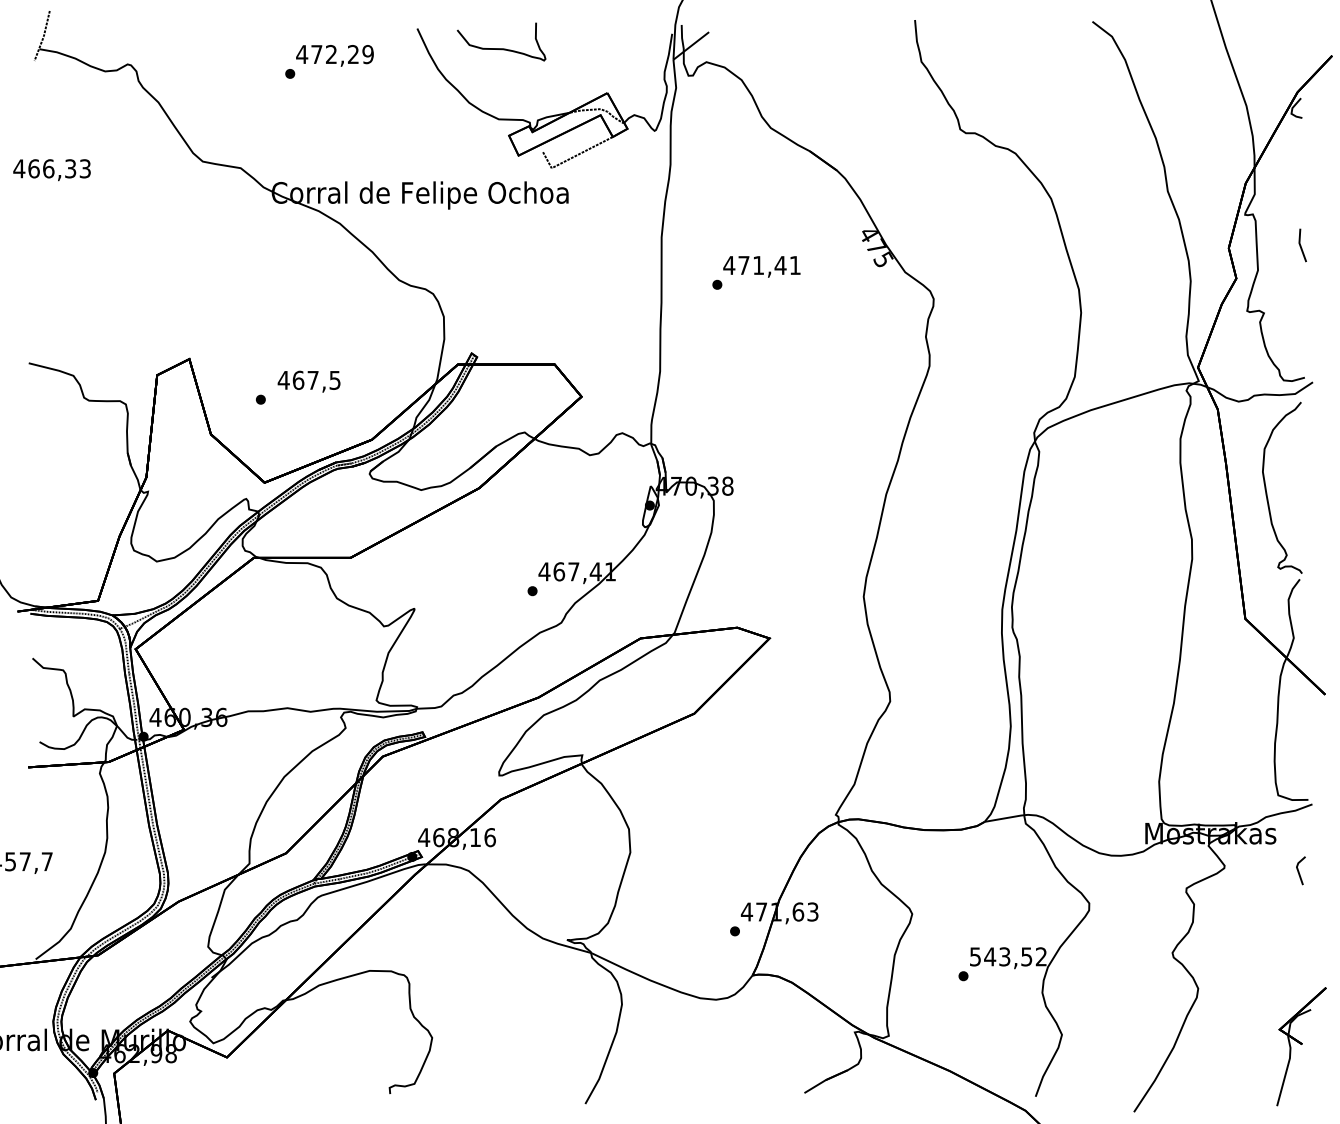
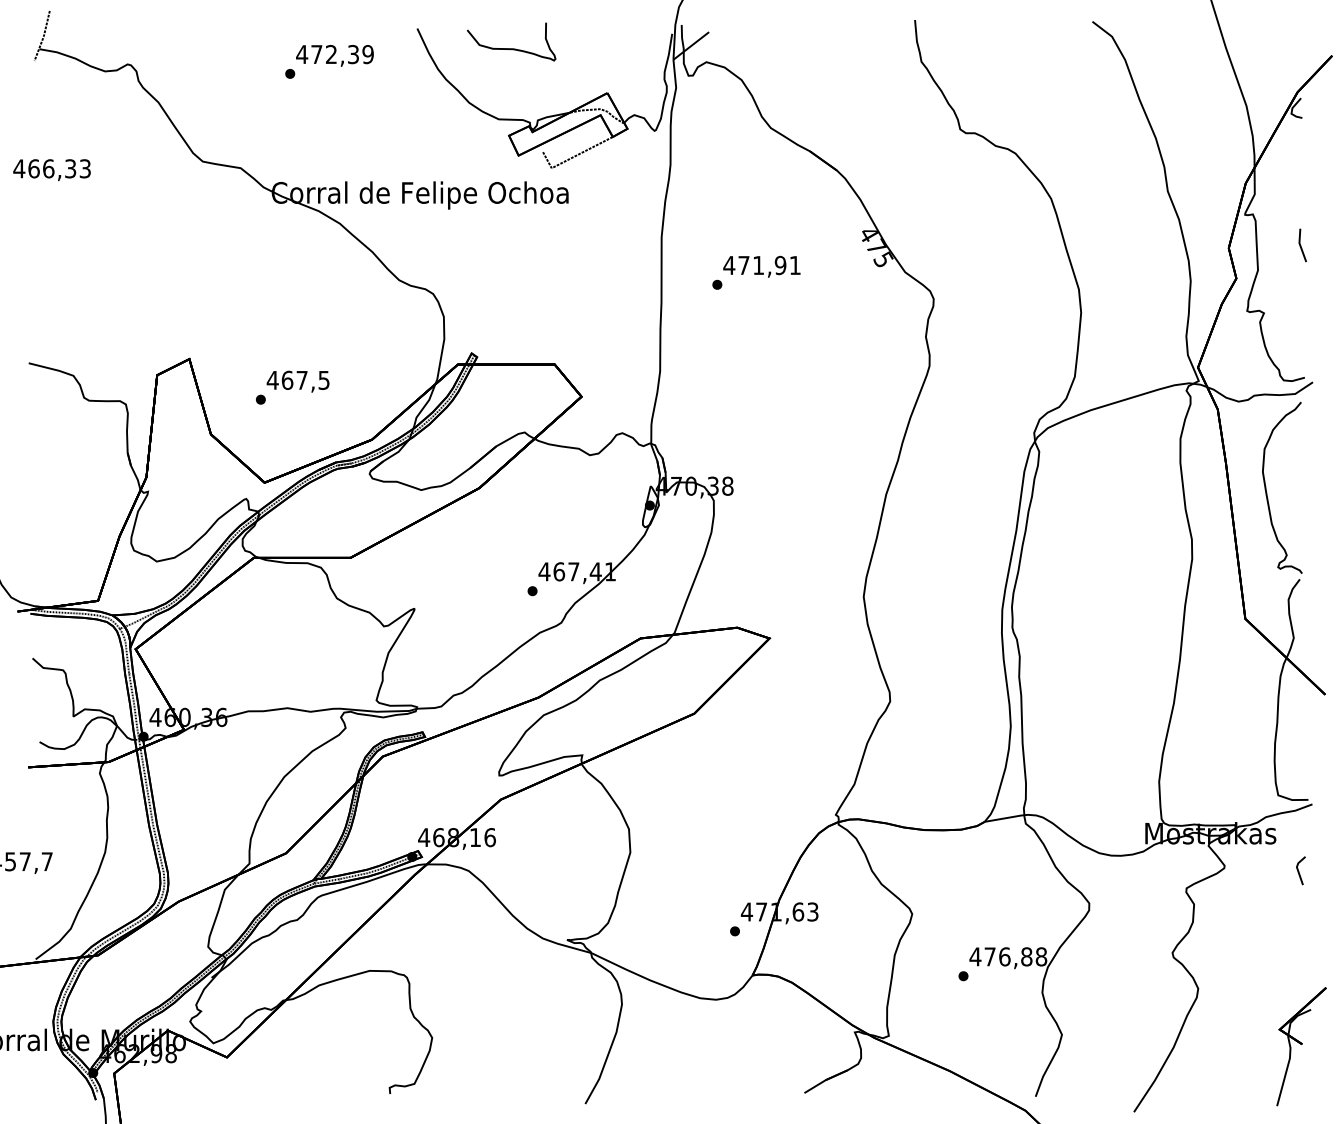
part at (501, 48) position: (501, 48) -> (511, 48)
text at (353, 54): 472,29 -> 472,39
text at (780, 265): 471,41 -> 471,91
text at (308, 381) position: (308, 381) -> (297, 381)
text at (1008, 956): 543,52 -> 476,88
